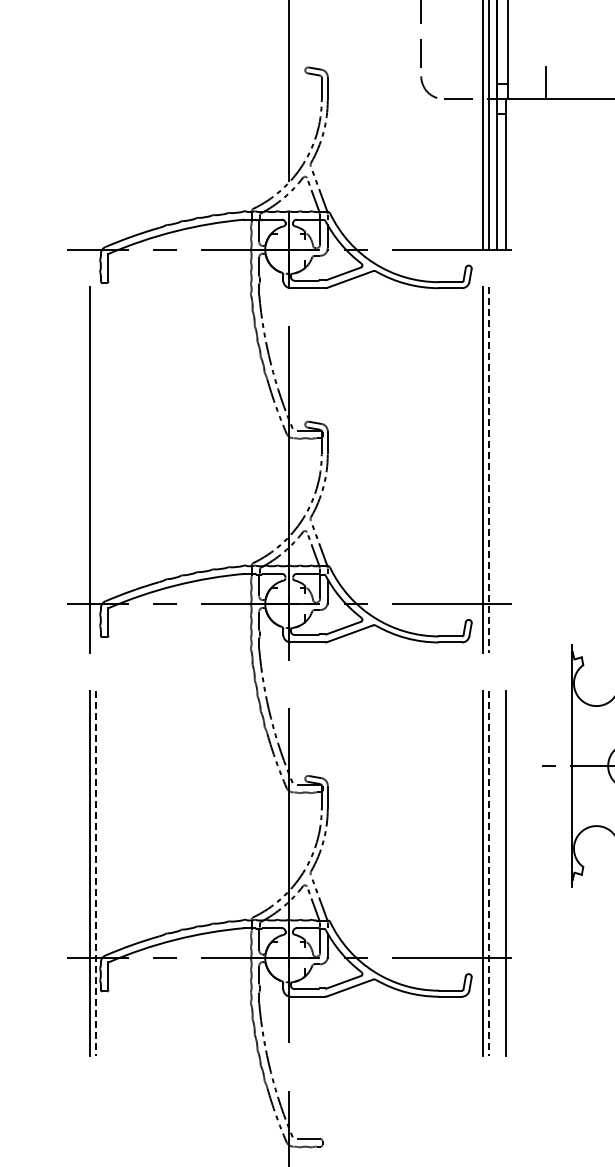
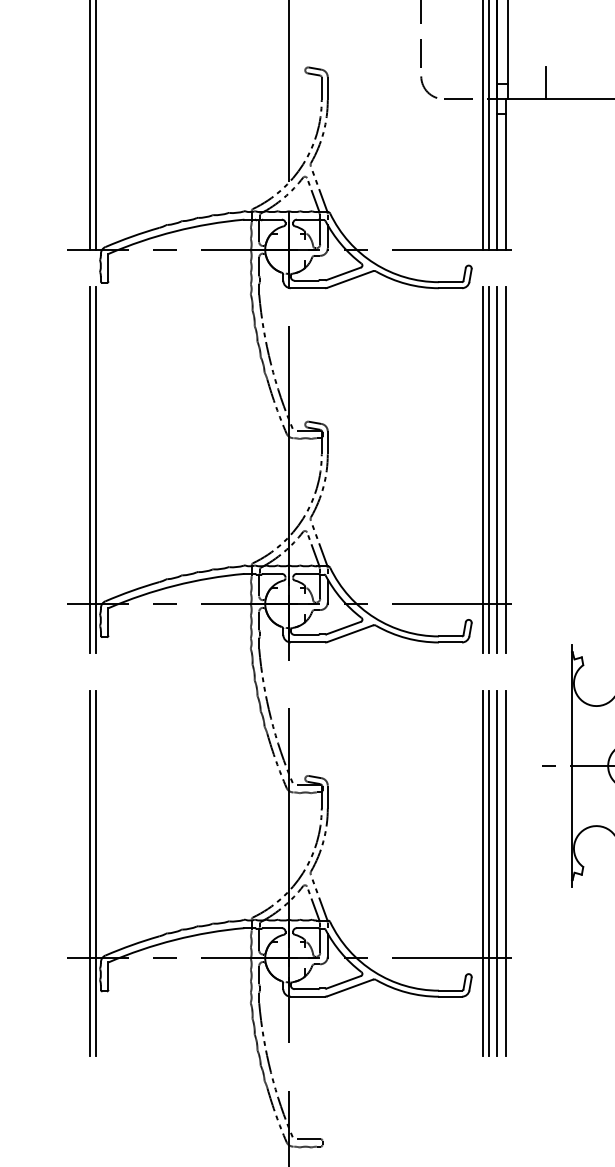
line at (89, 125): none -> present
line at (95, 125): none -> present
line at (95, 470): none -> present
line at (489, 470): dashed -> solid
line at (496, 470): none -> present
line at (506, 470): none -> present
line at (95, 873): dashed -> solid
line at (489, 873): dashed -> solid
line at (496, 873): none -> present
